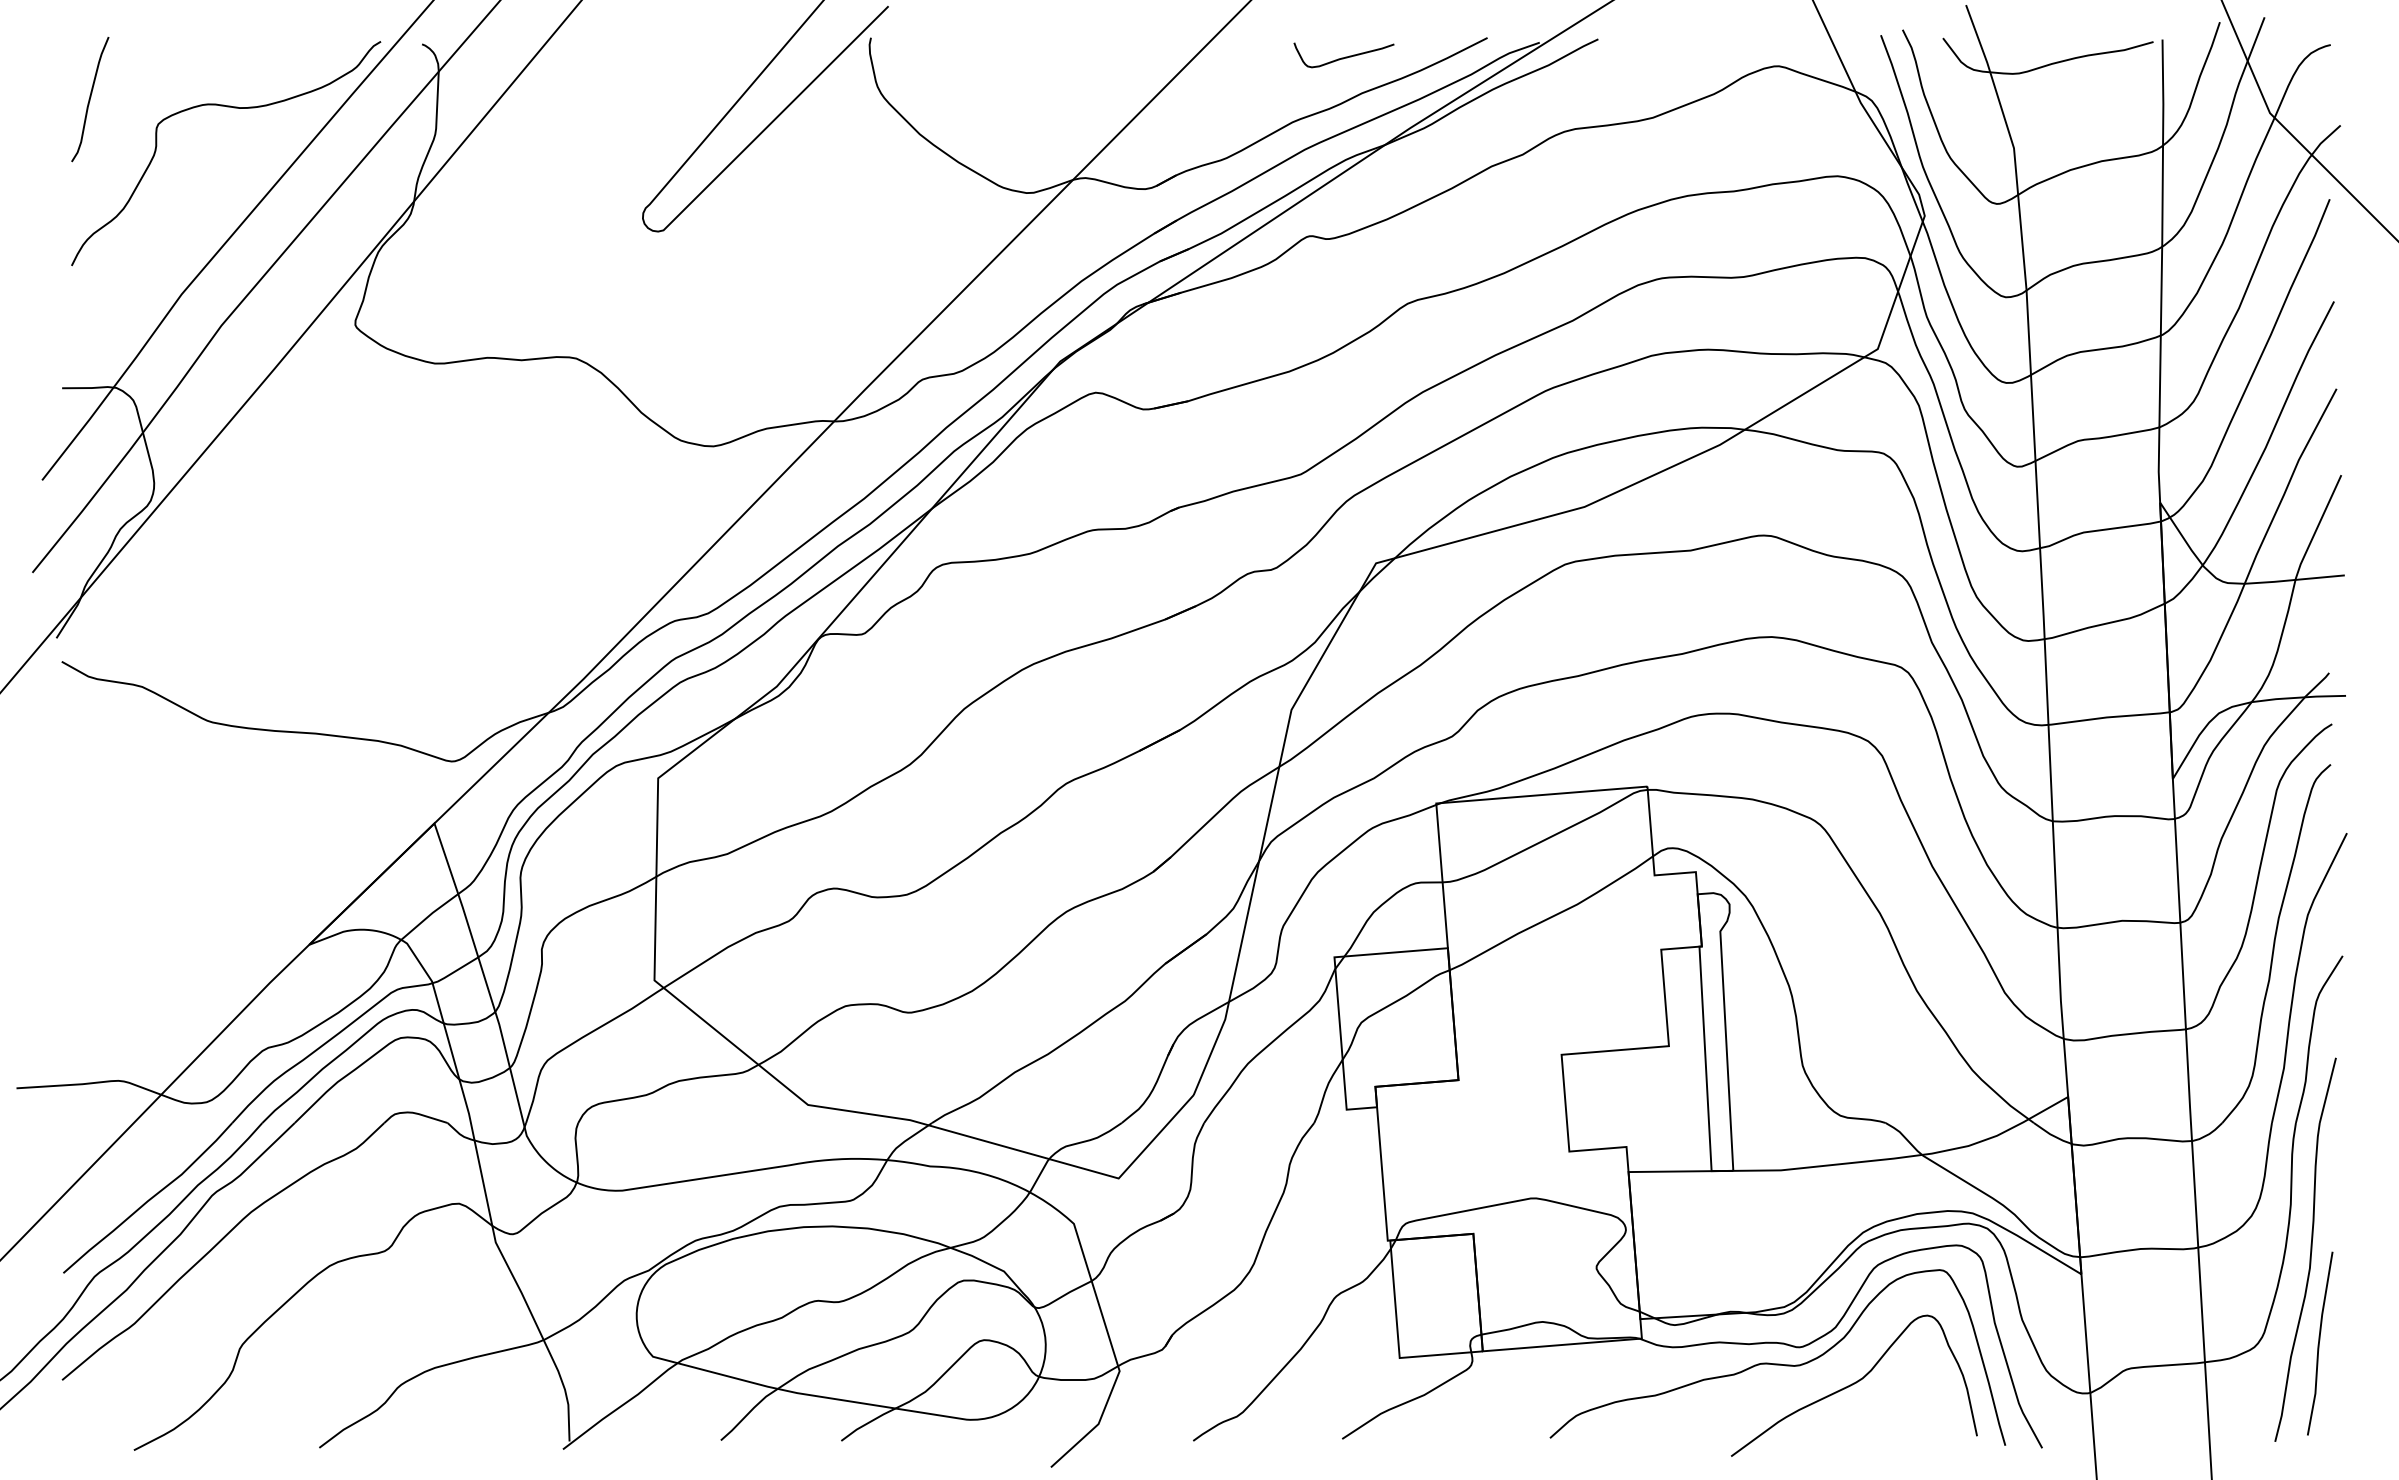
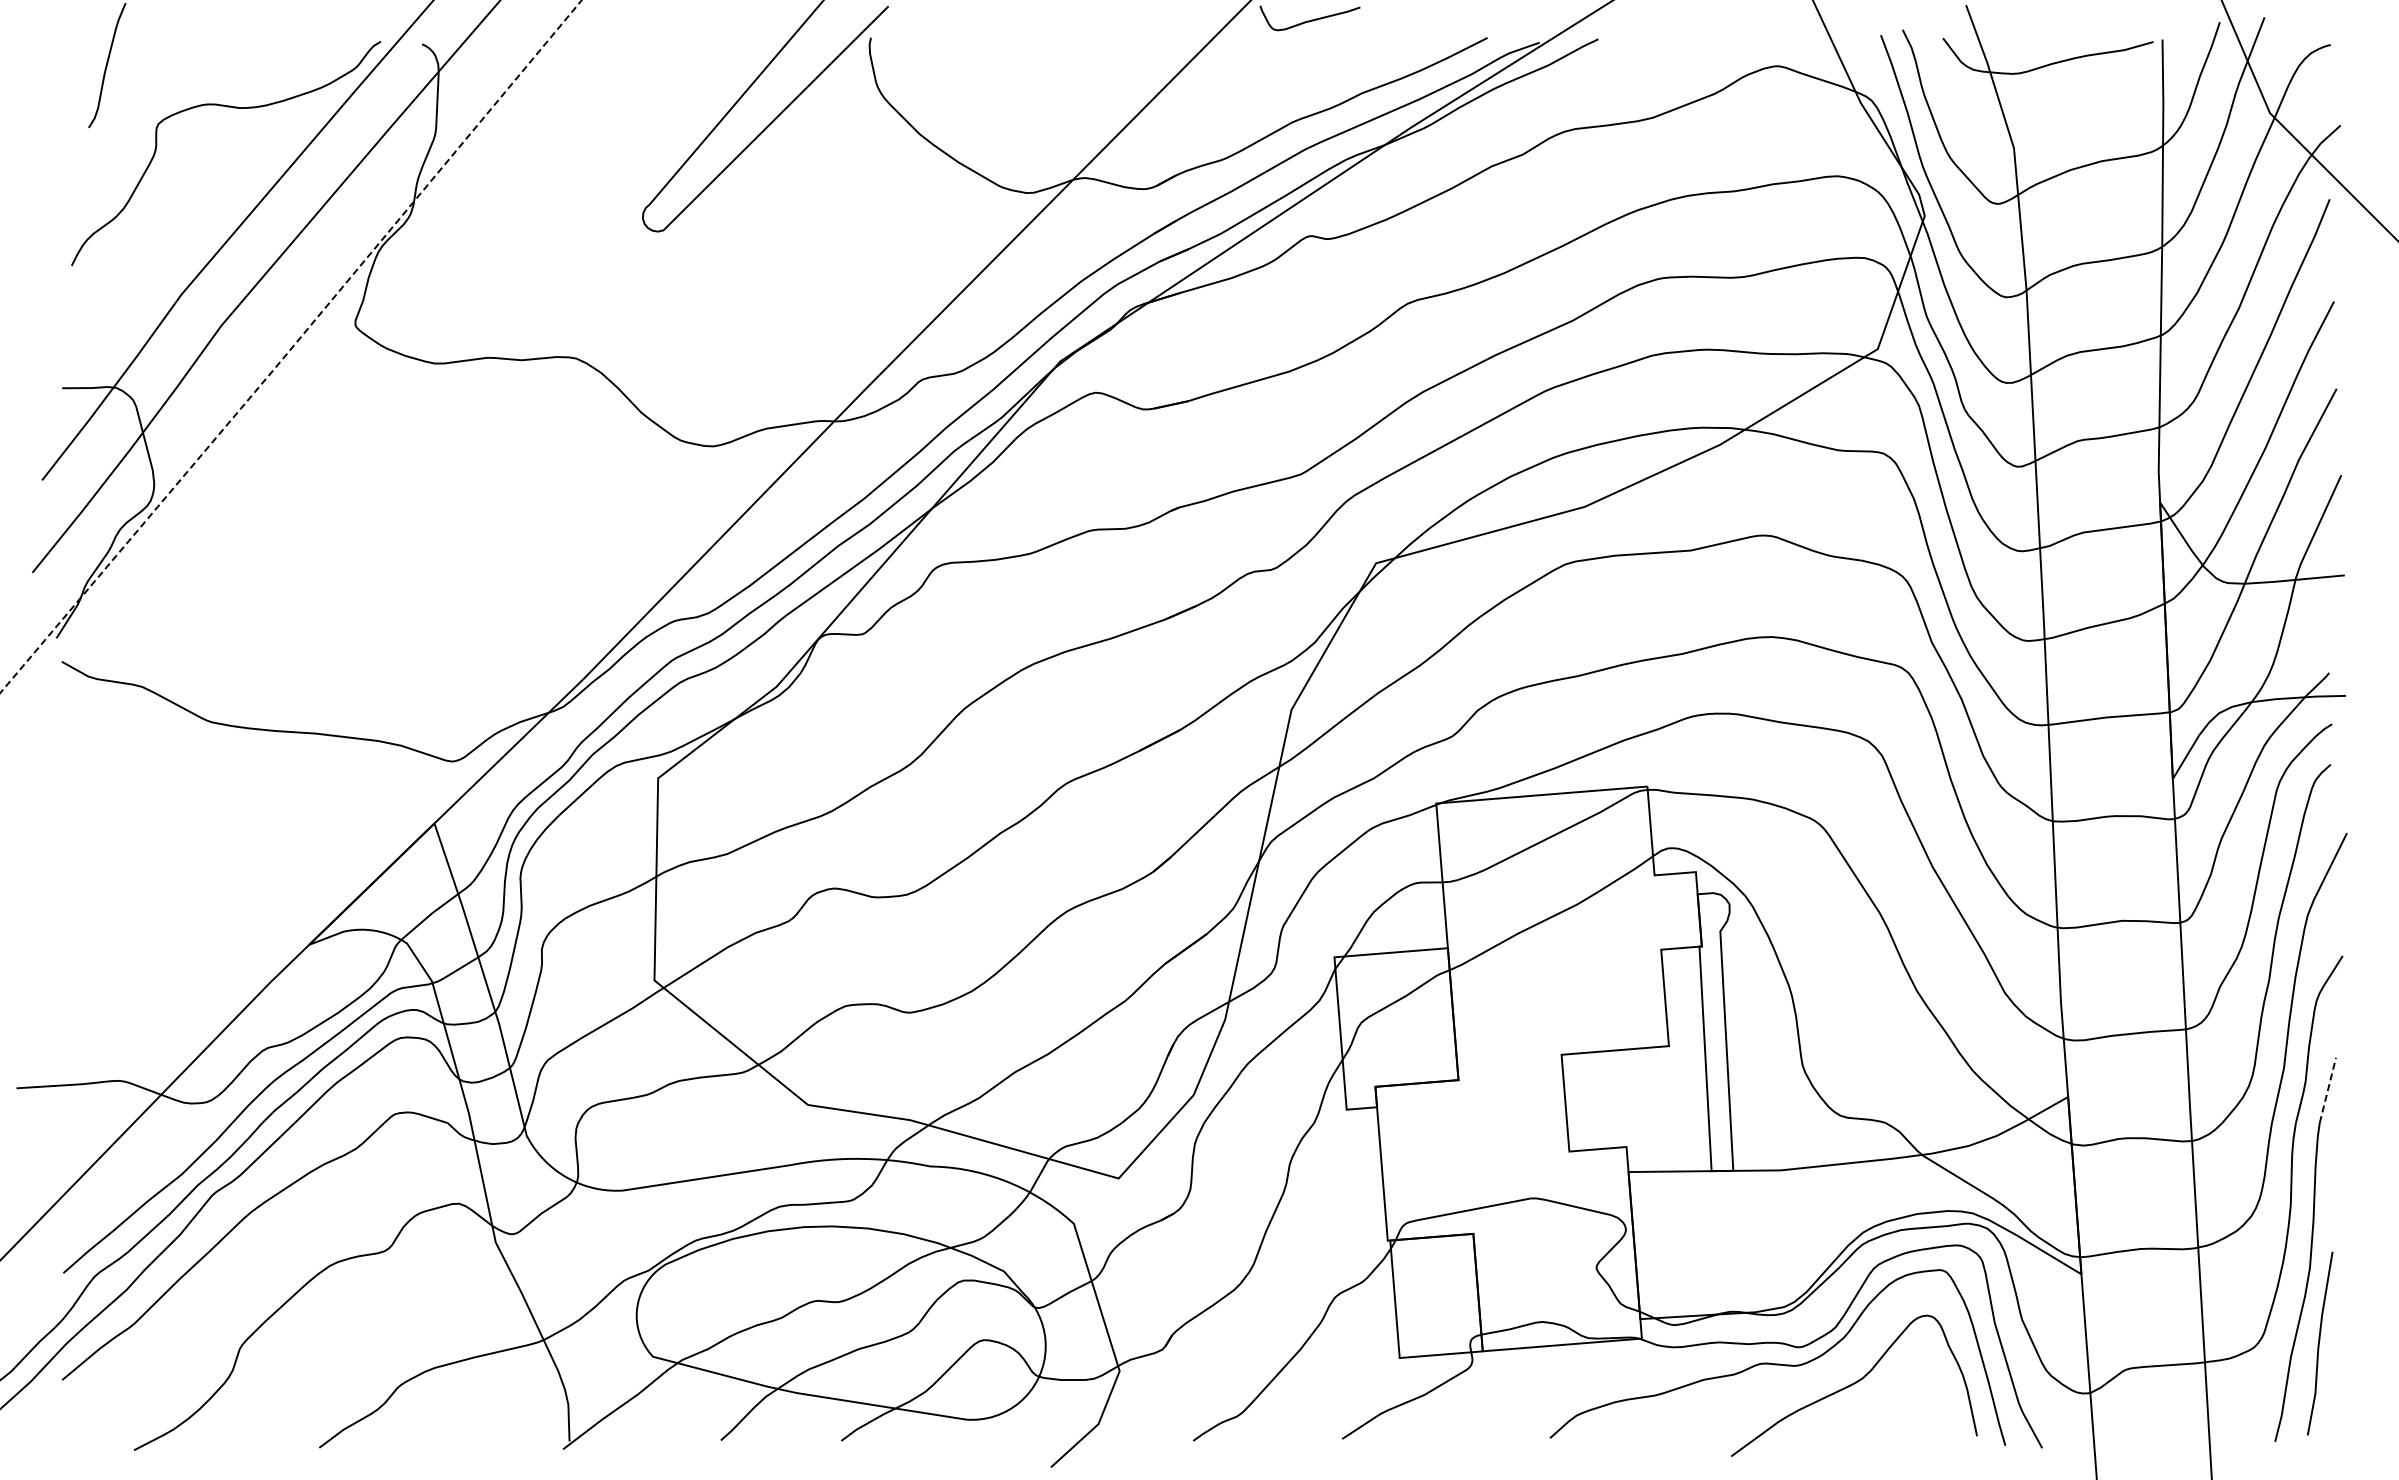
curve at (1343, 57) position: (1343, 57) -> (1309, 20)
curve at (90, 99) position: (90, 99) -> (107, 65)
line at (291, 347): solid -> dashed
line at (2327, 1090): solid -> dashed
